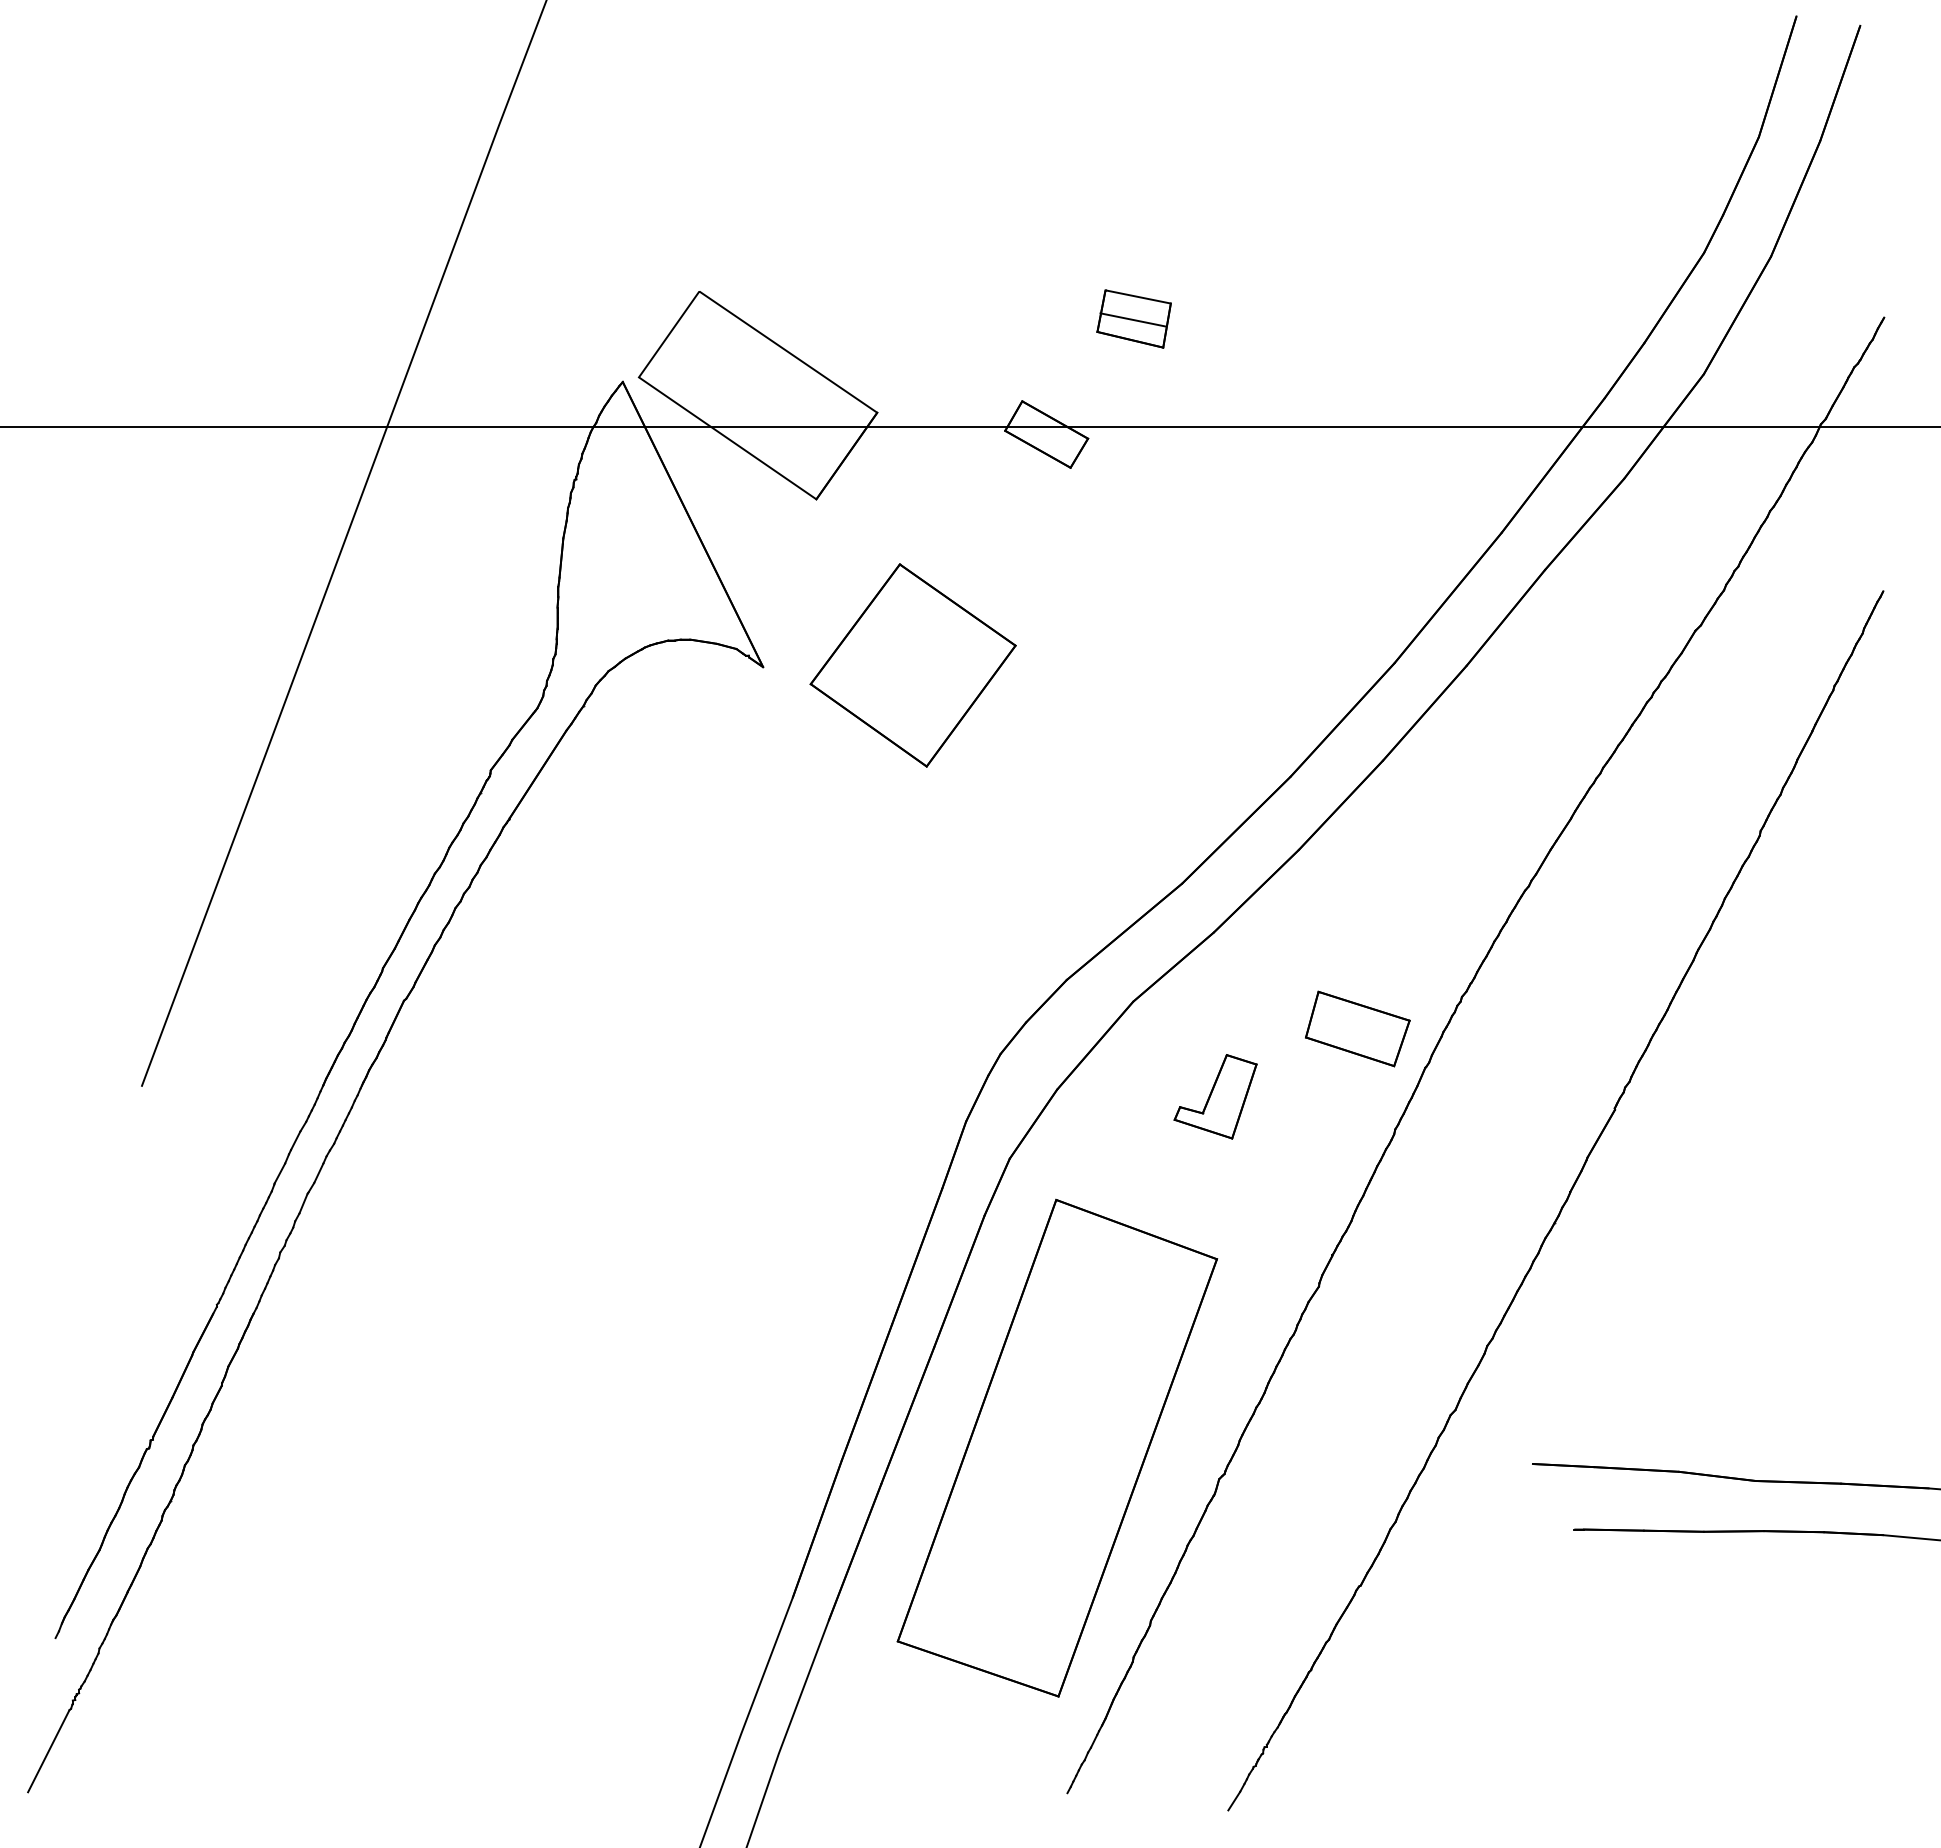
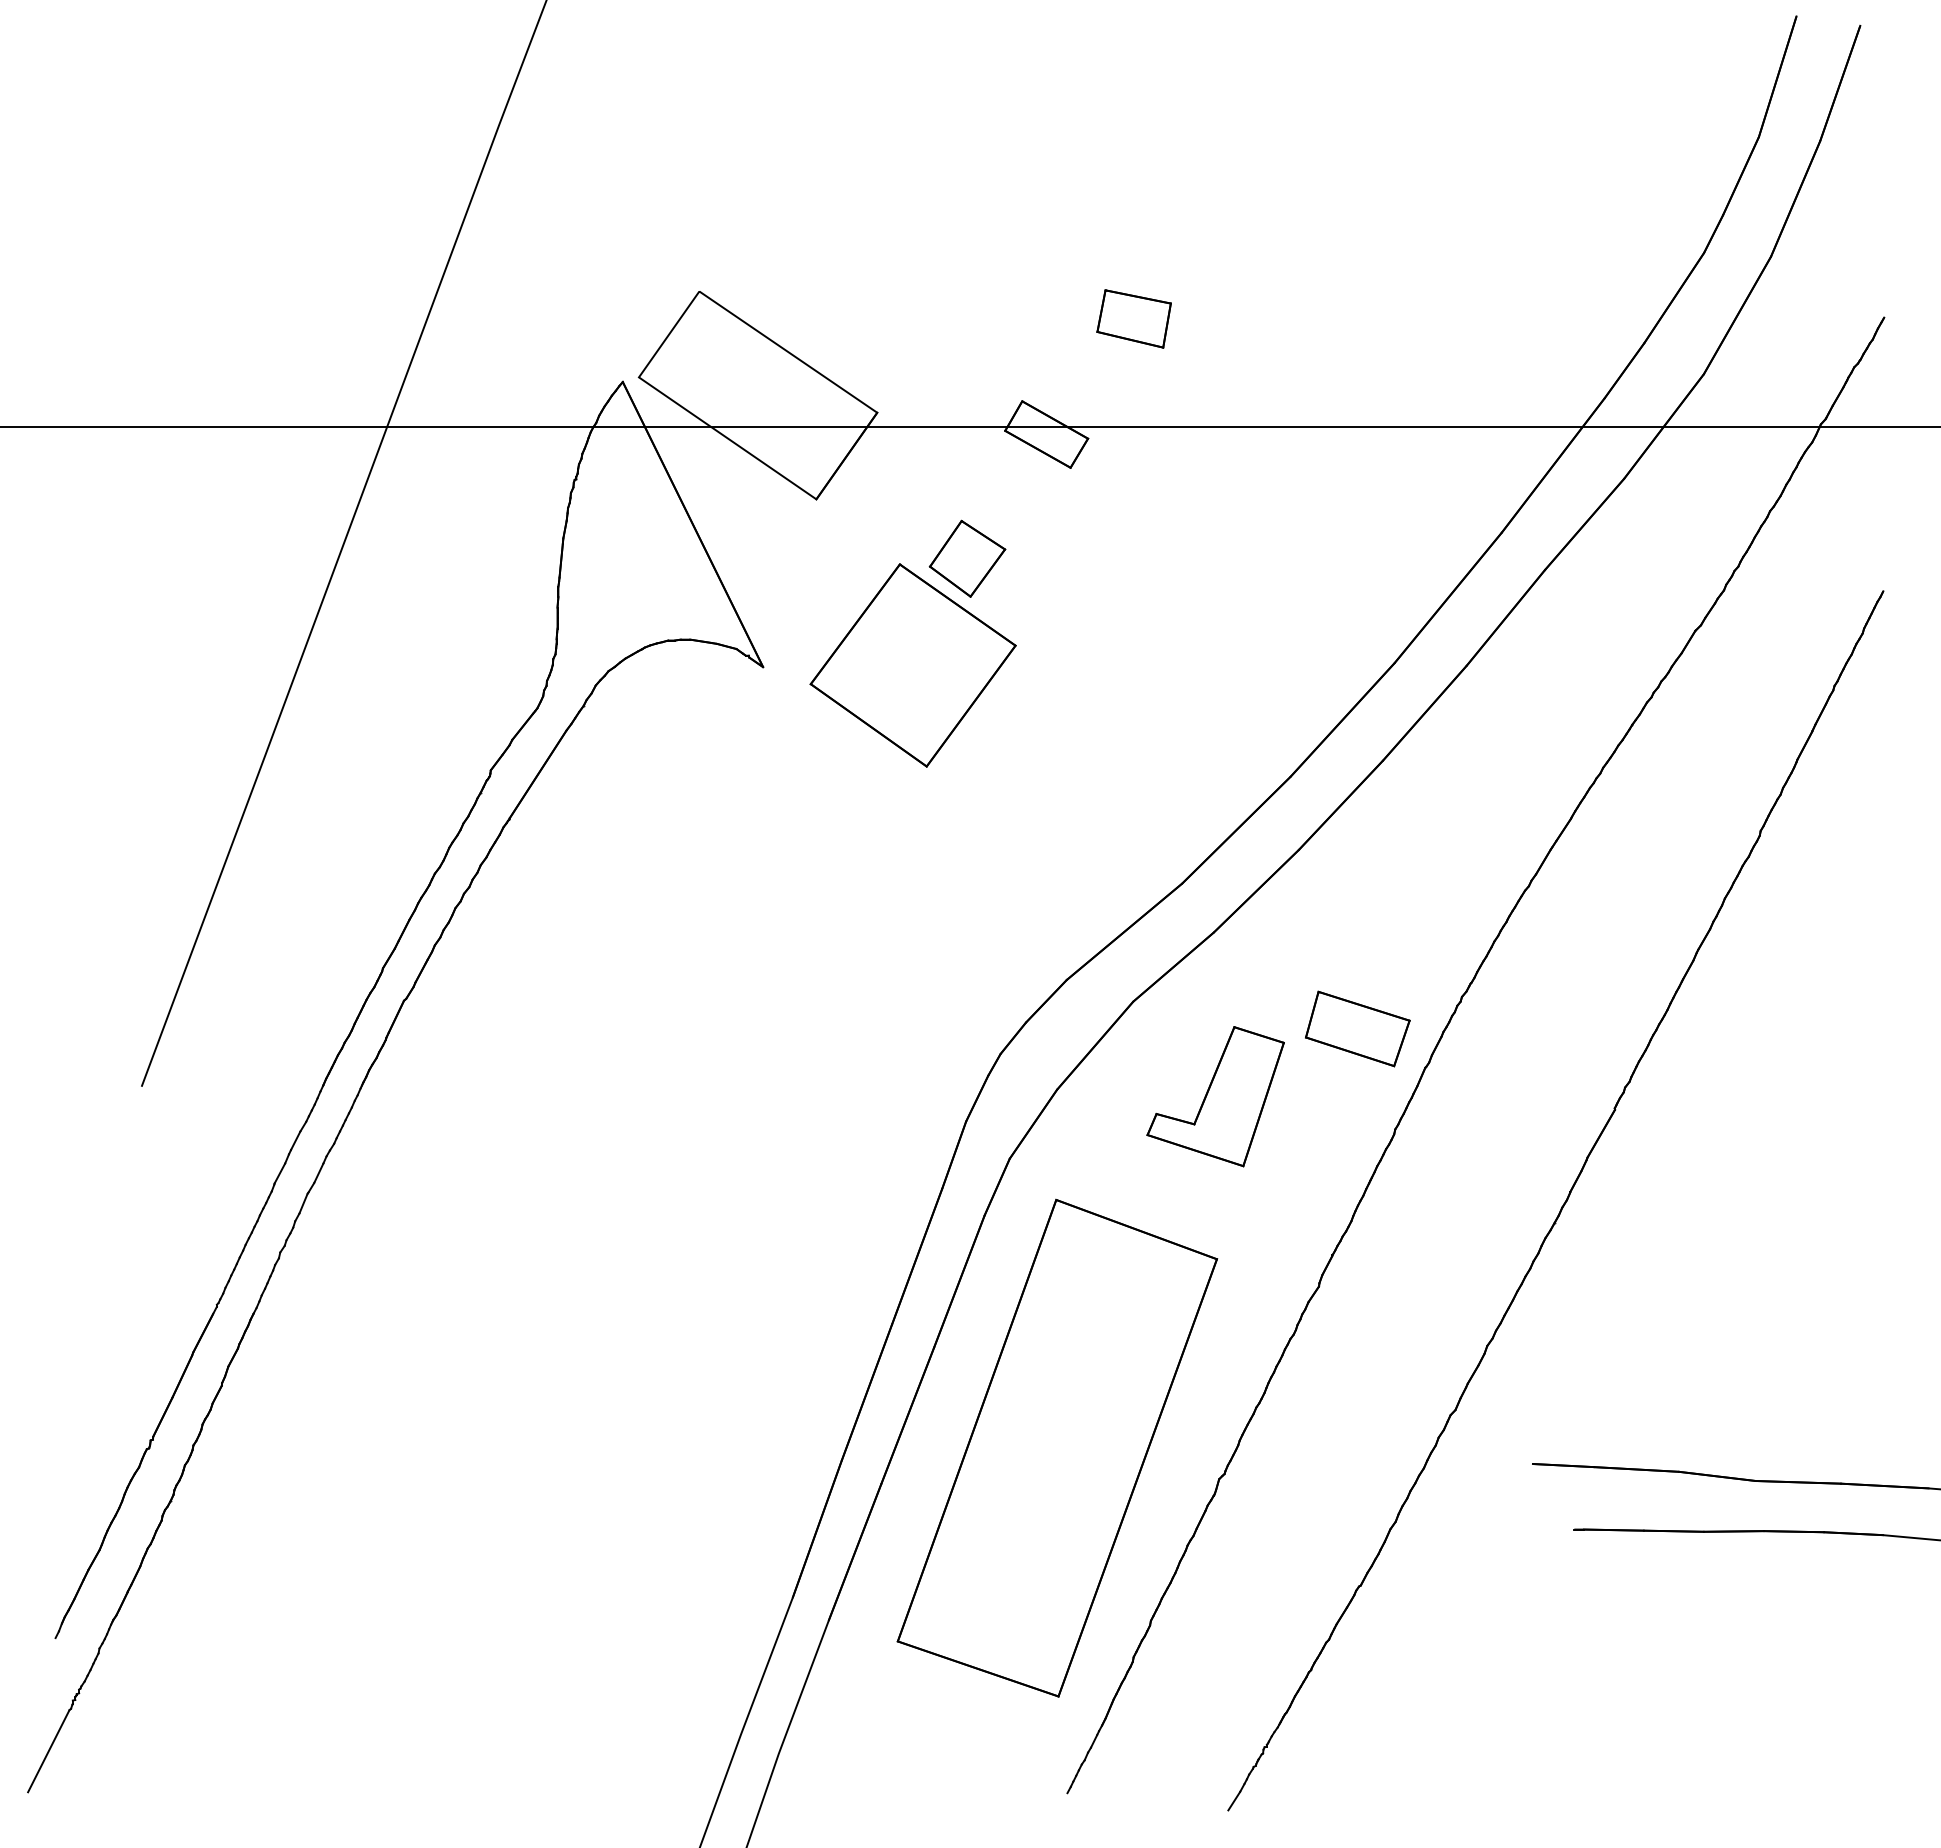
line at (1132, 319) position: (1132, 319) -> (1137, 296)
part at (967, 558): none -> present
part at (1215, 1096) size: 85x86 px -> 139x142 px
